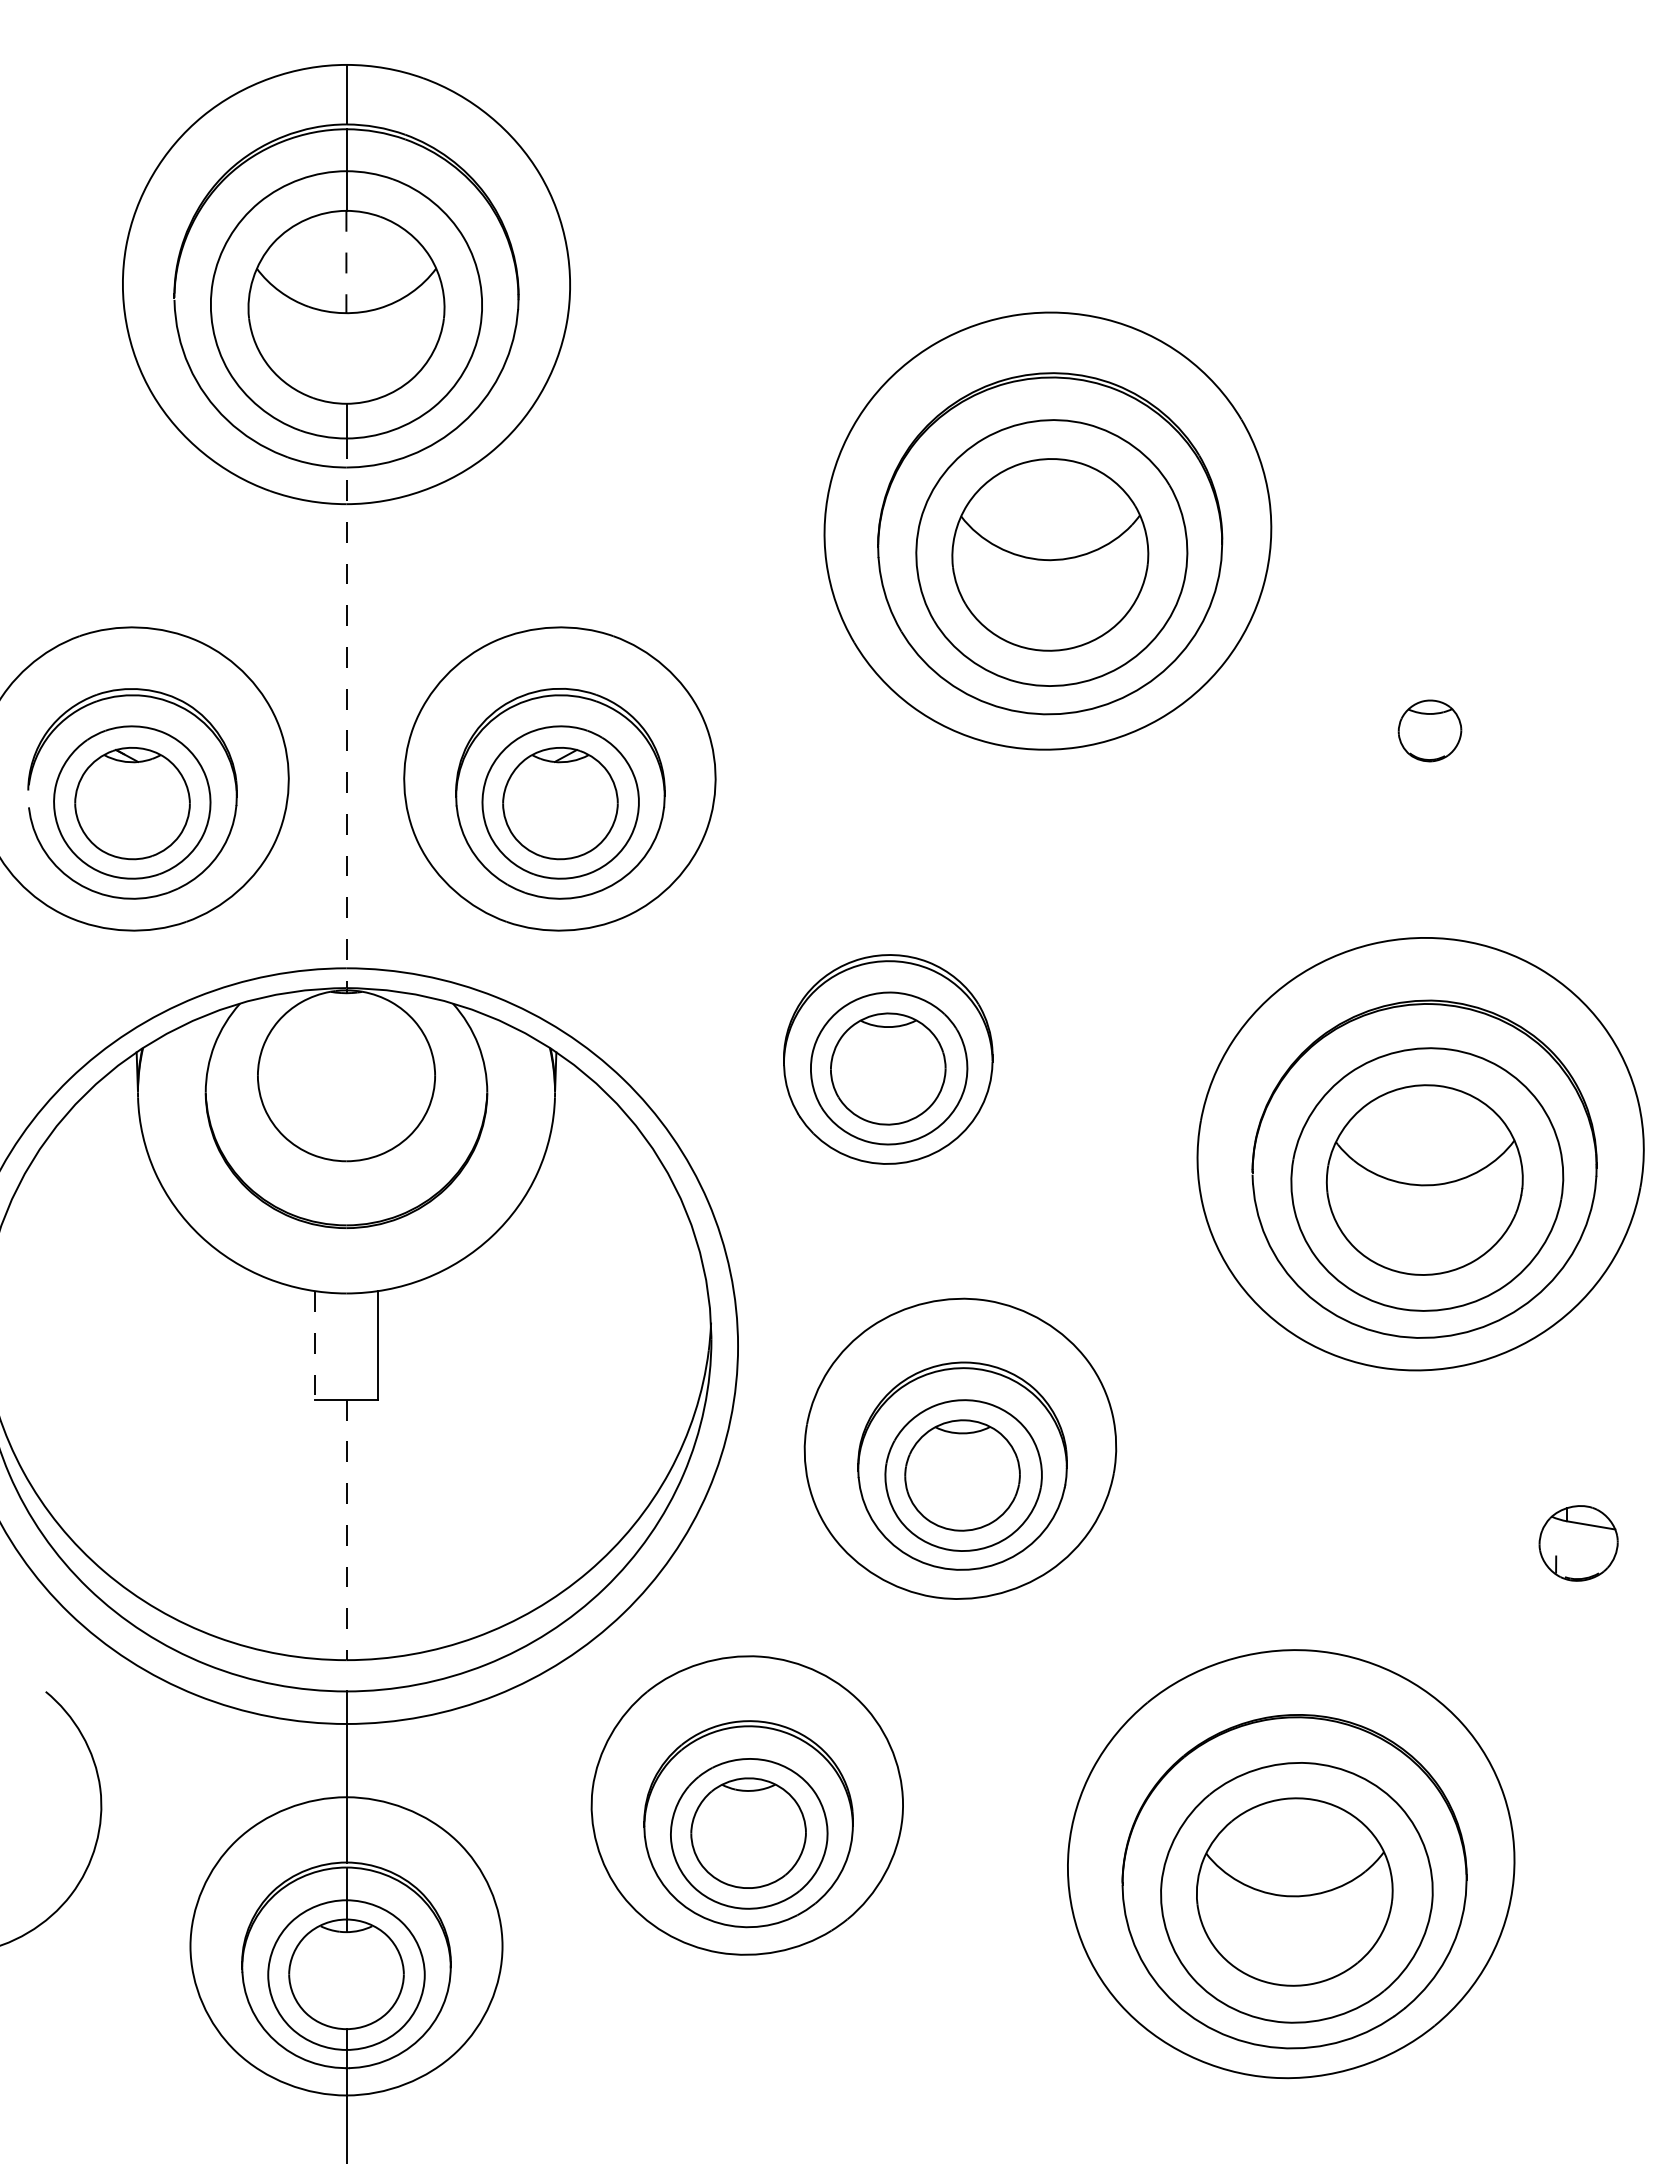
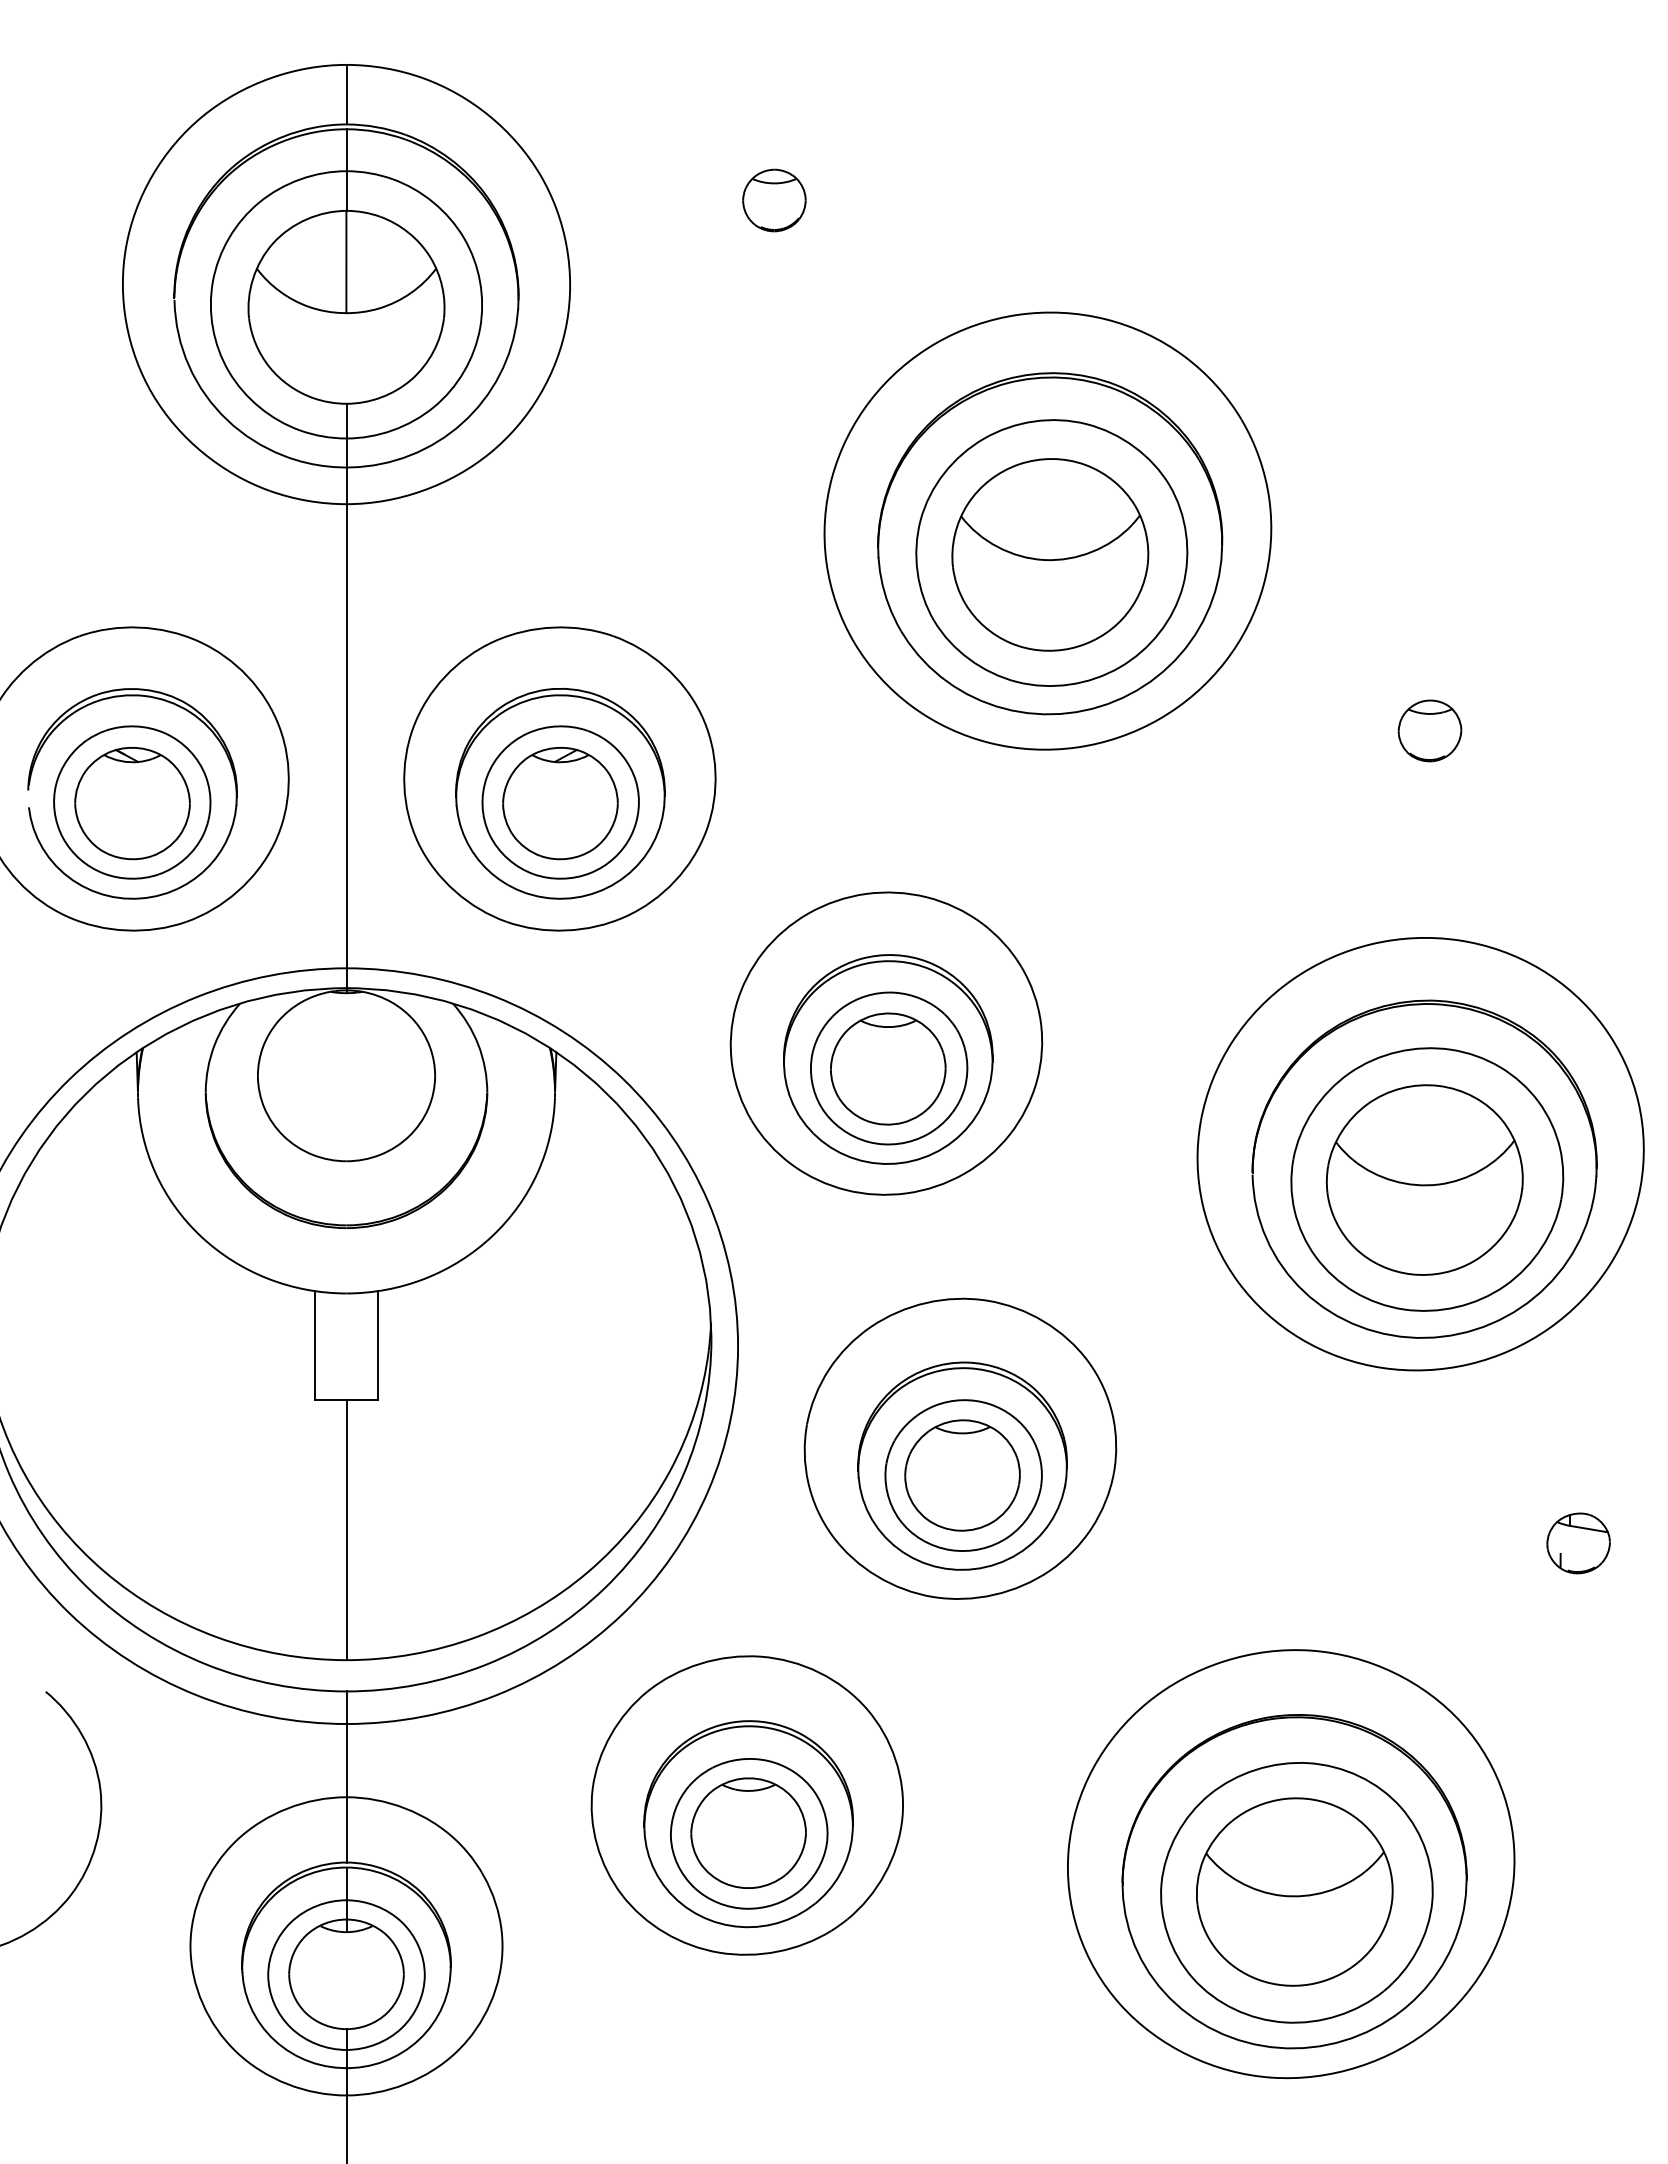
part at (774, 200): none -> present
line at (346, 262): dashed -> solid
line at (346, 713): dashed -> solid
part at (886, 1043): none -> present
line at (315, 1345): dashed -> solid
line at (346, 1530): dashed -> solid
part at (1578, 1543) size: 81x77 px -> 65x63 px
